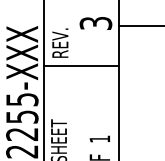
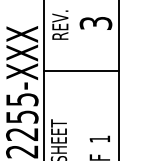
line at (139, 25): present -> none
text at (60, 42) position: (60, 42) -> (60, 24)
line at (81, 66) position: (81, 66) -> (81, 71)
